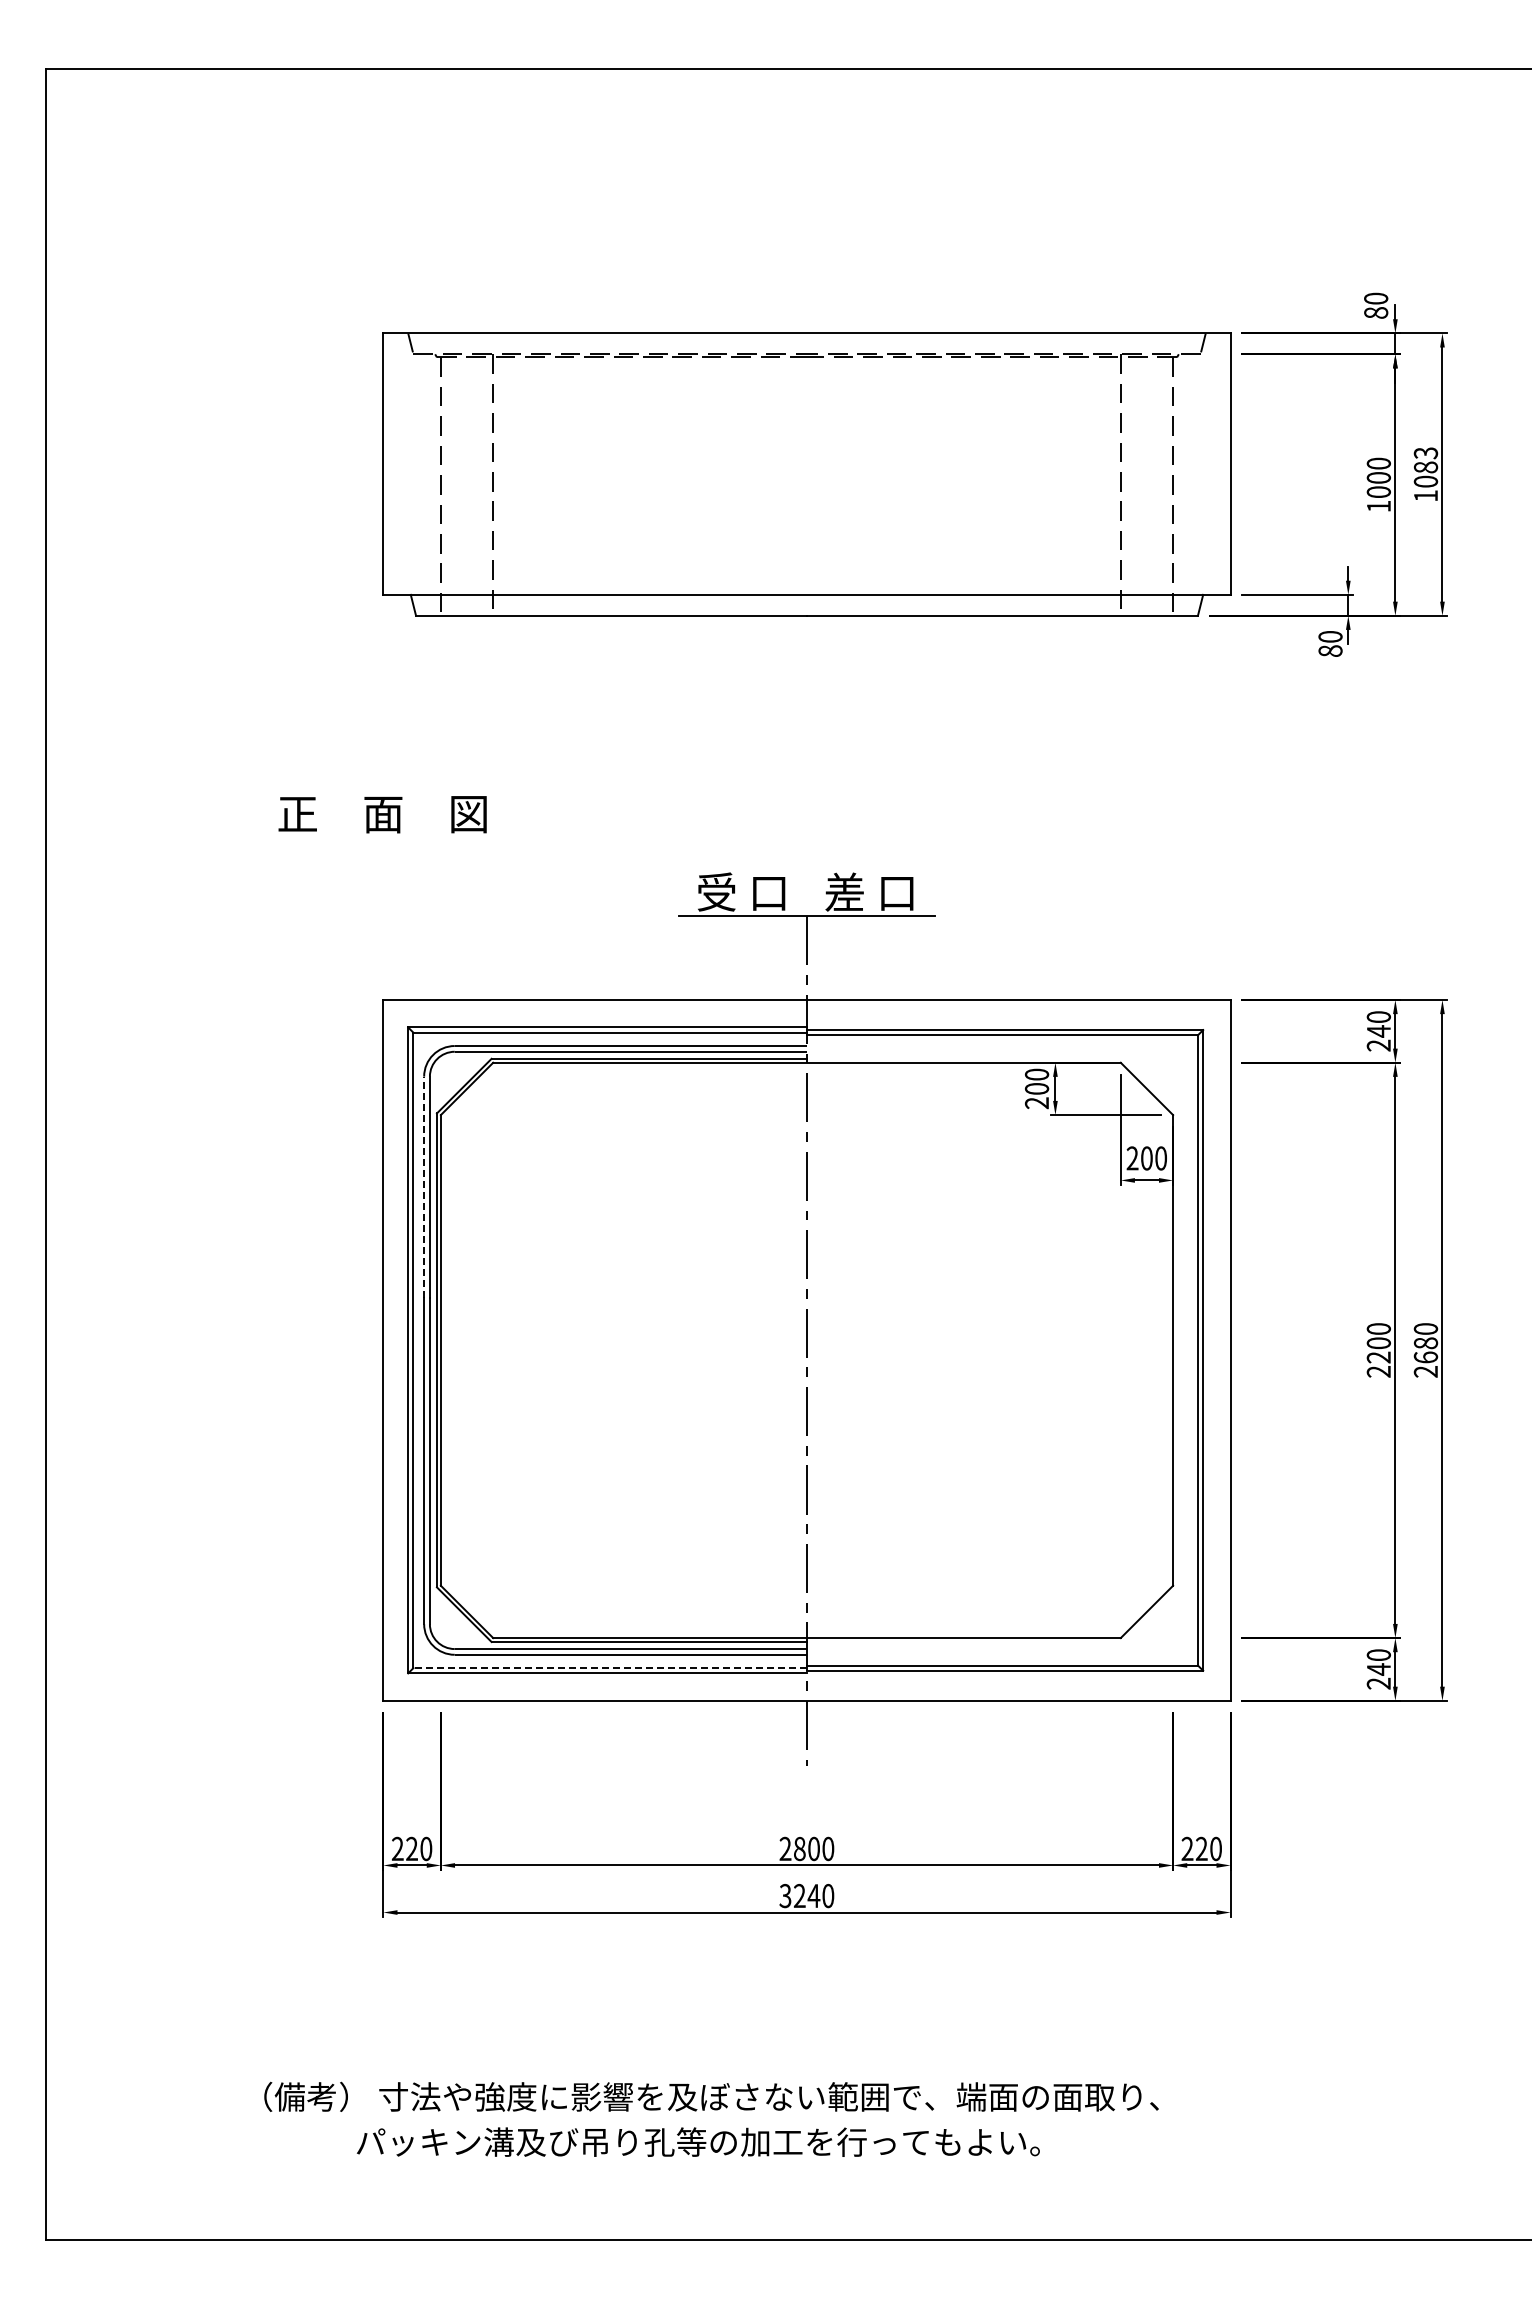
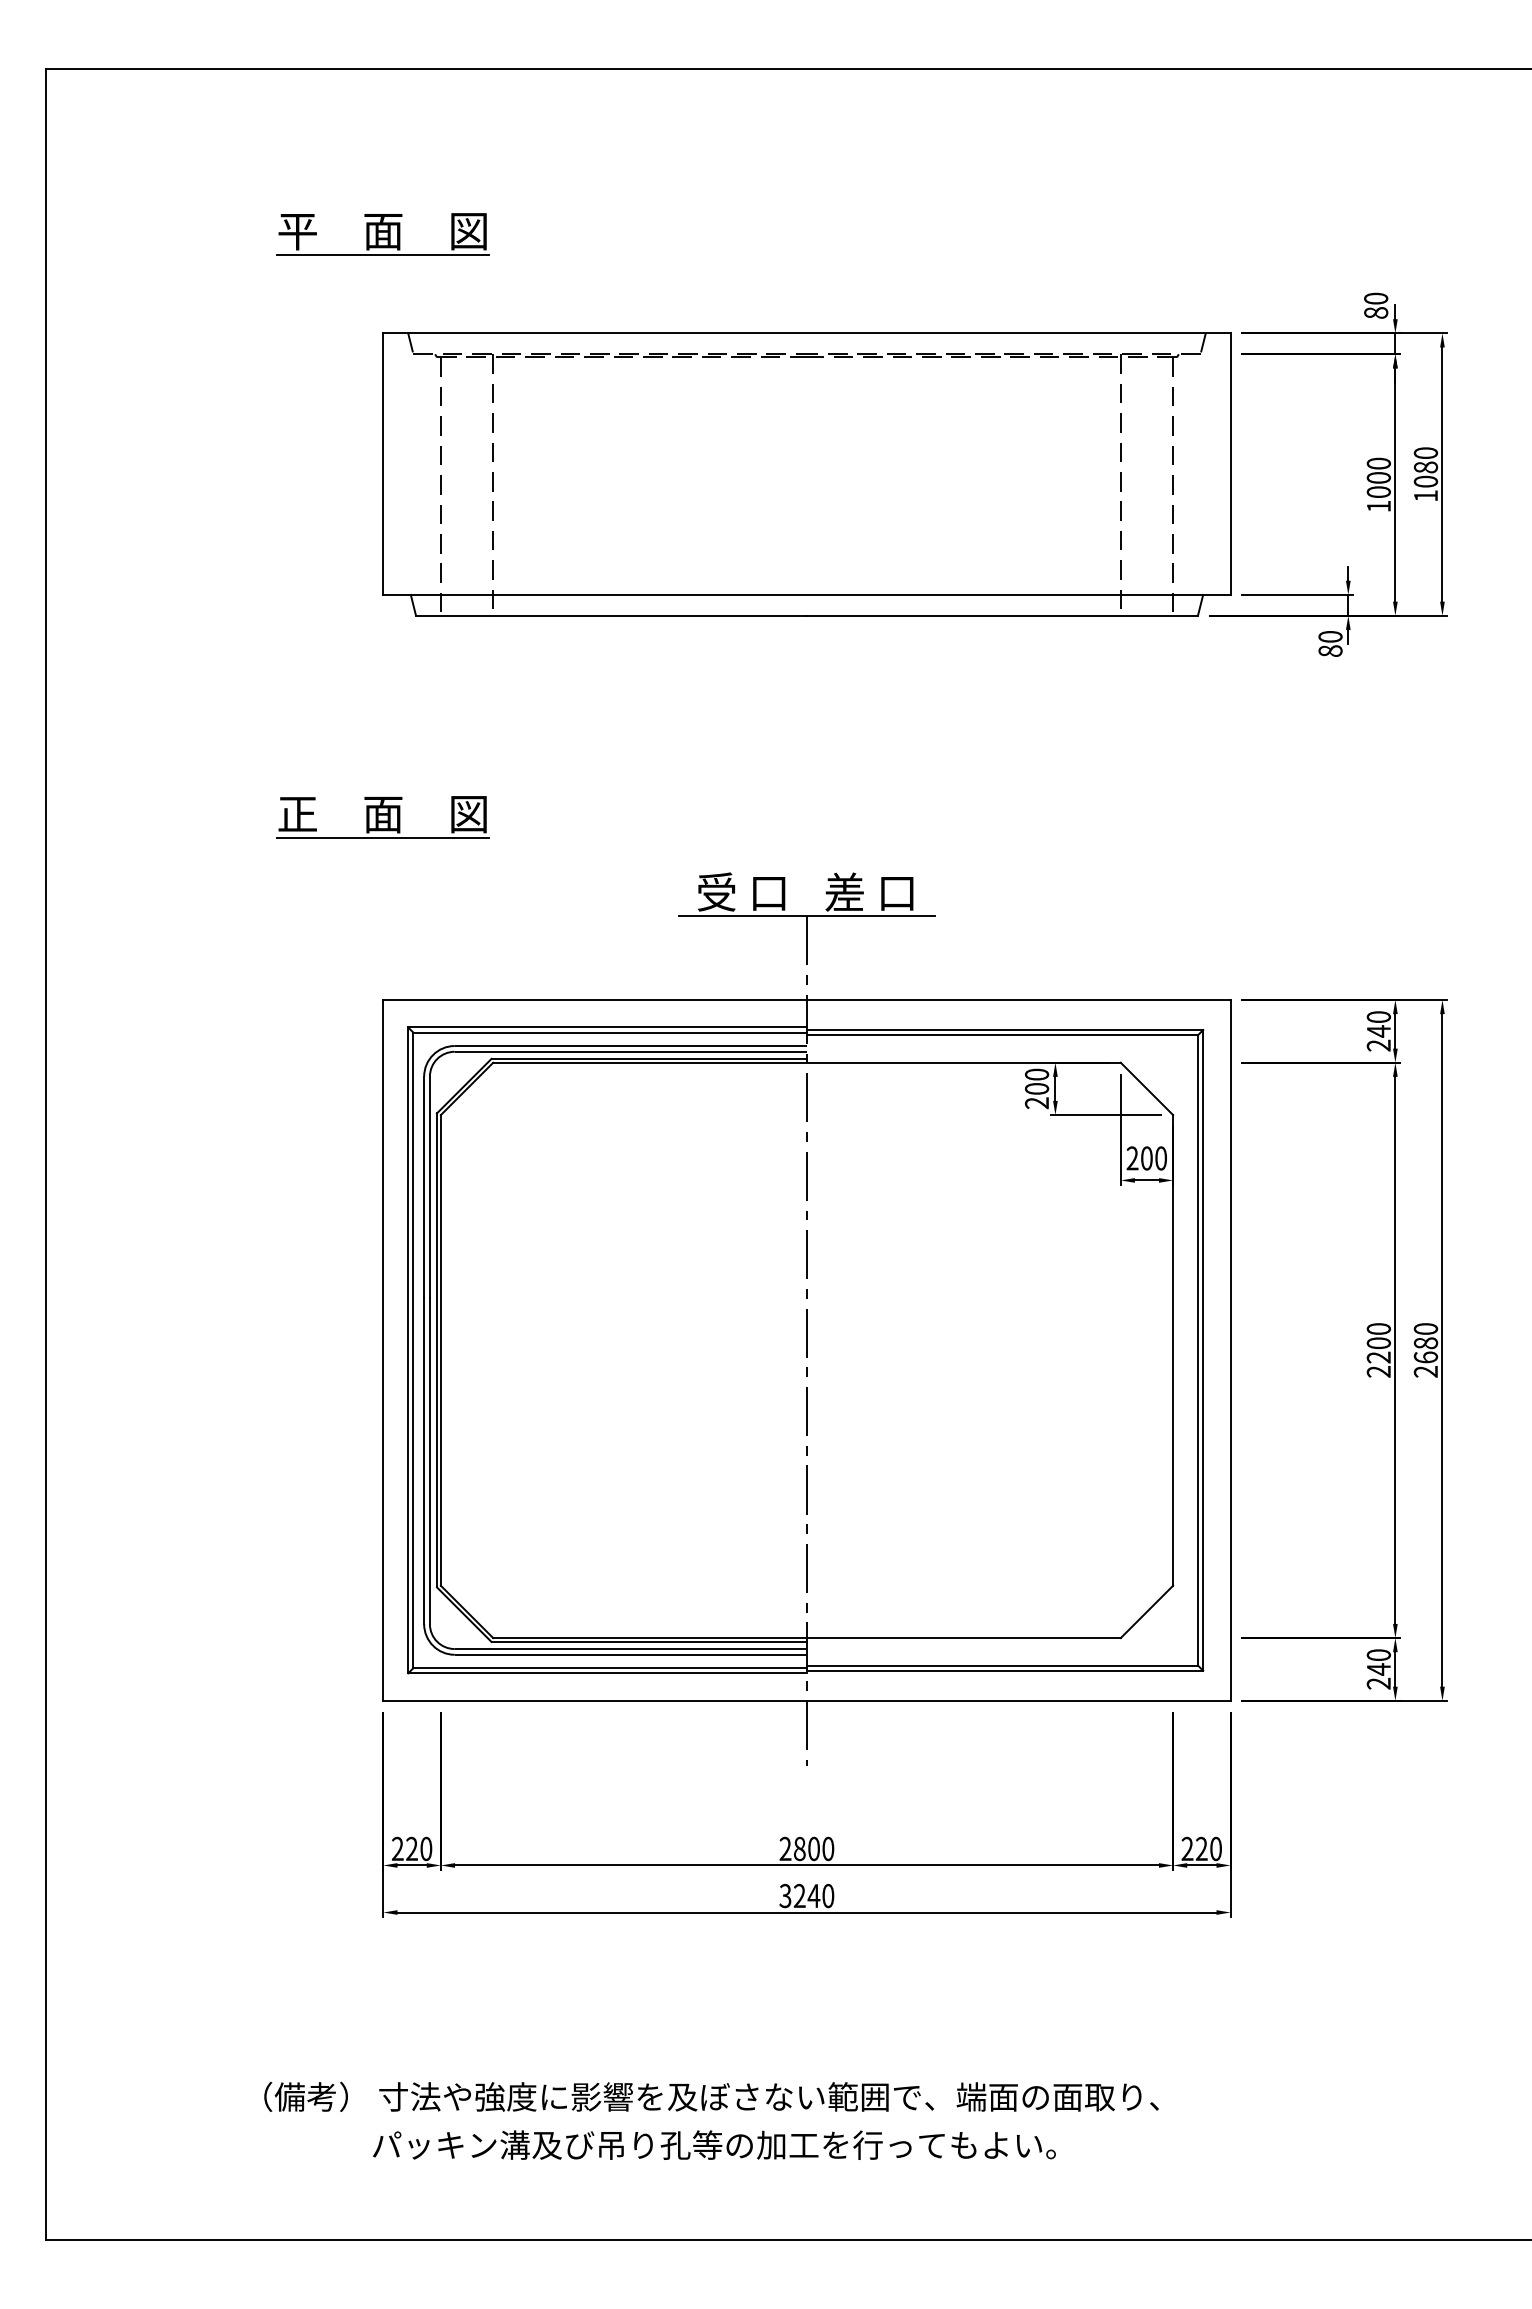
part at (382, 234): none -> present
text at (1426, 453): 1083 -> 1080
line at (383, 837): none -> present
line at (424, 1187): dashed -> solid
line at (610, 1668): dashed -> solid
text at (697, 2141) position: (697, 2141) -> (713, 2144)
